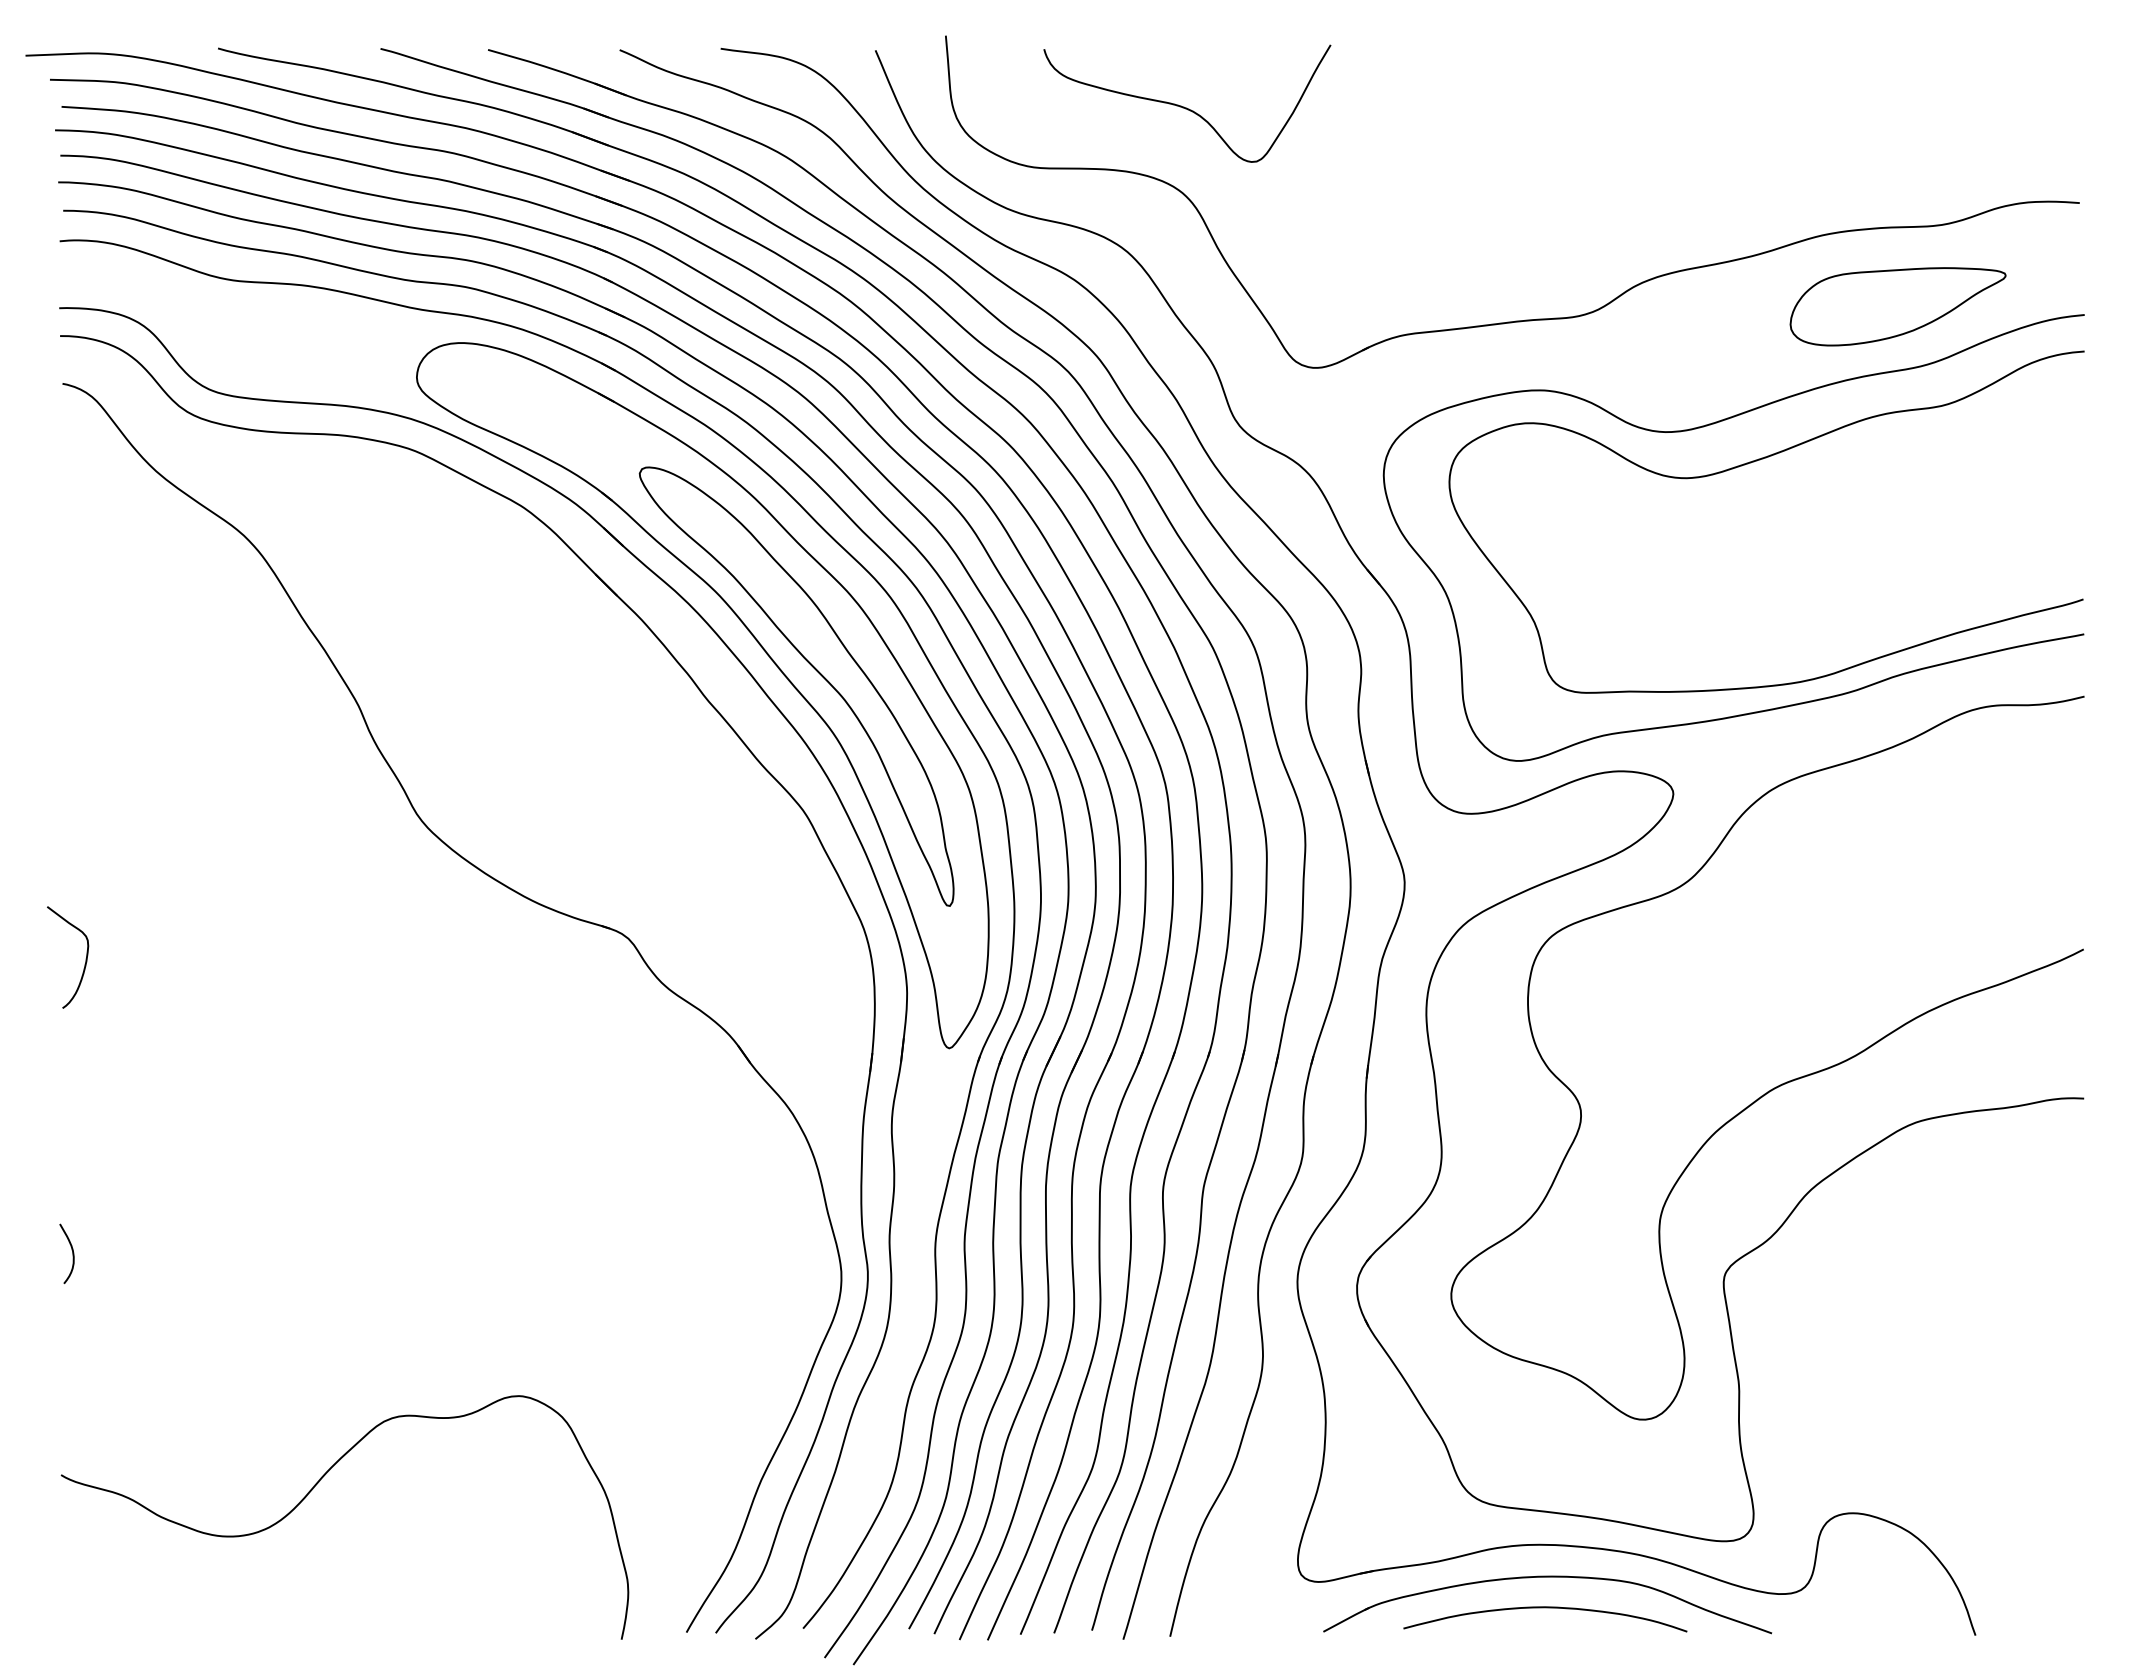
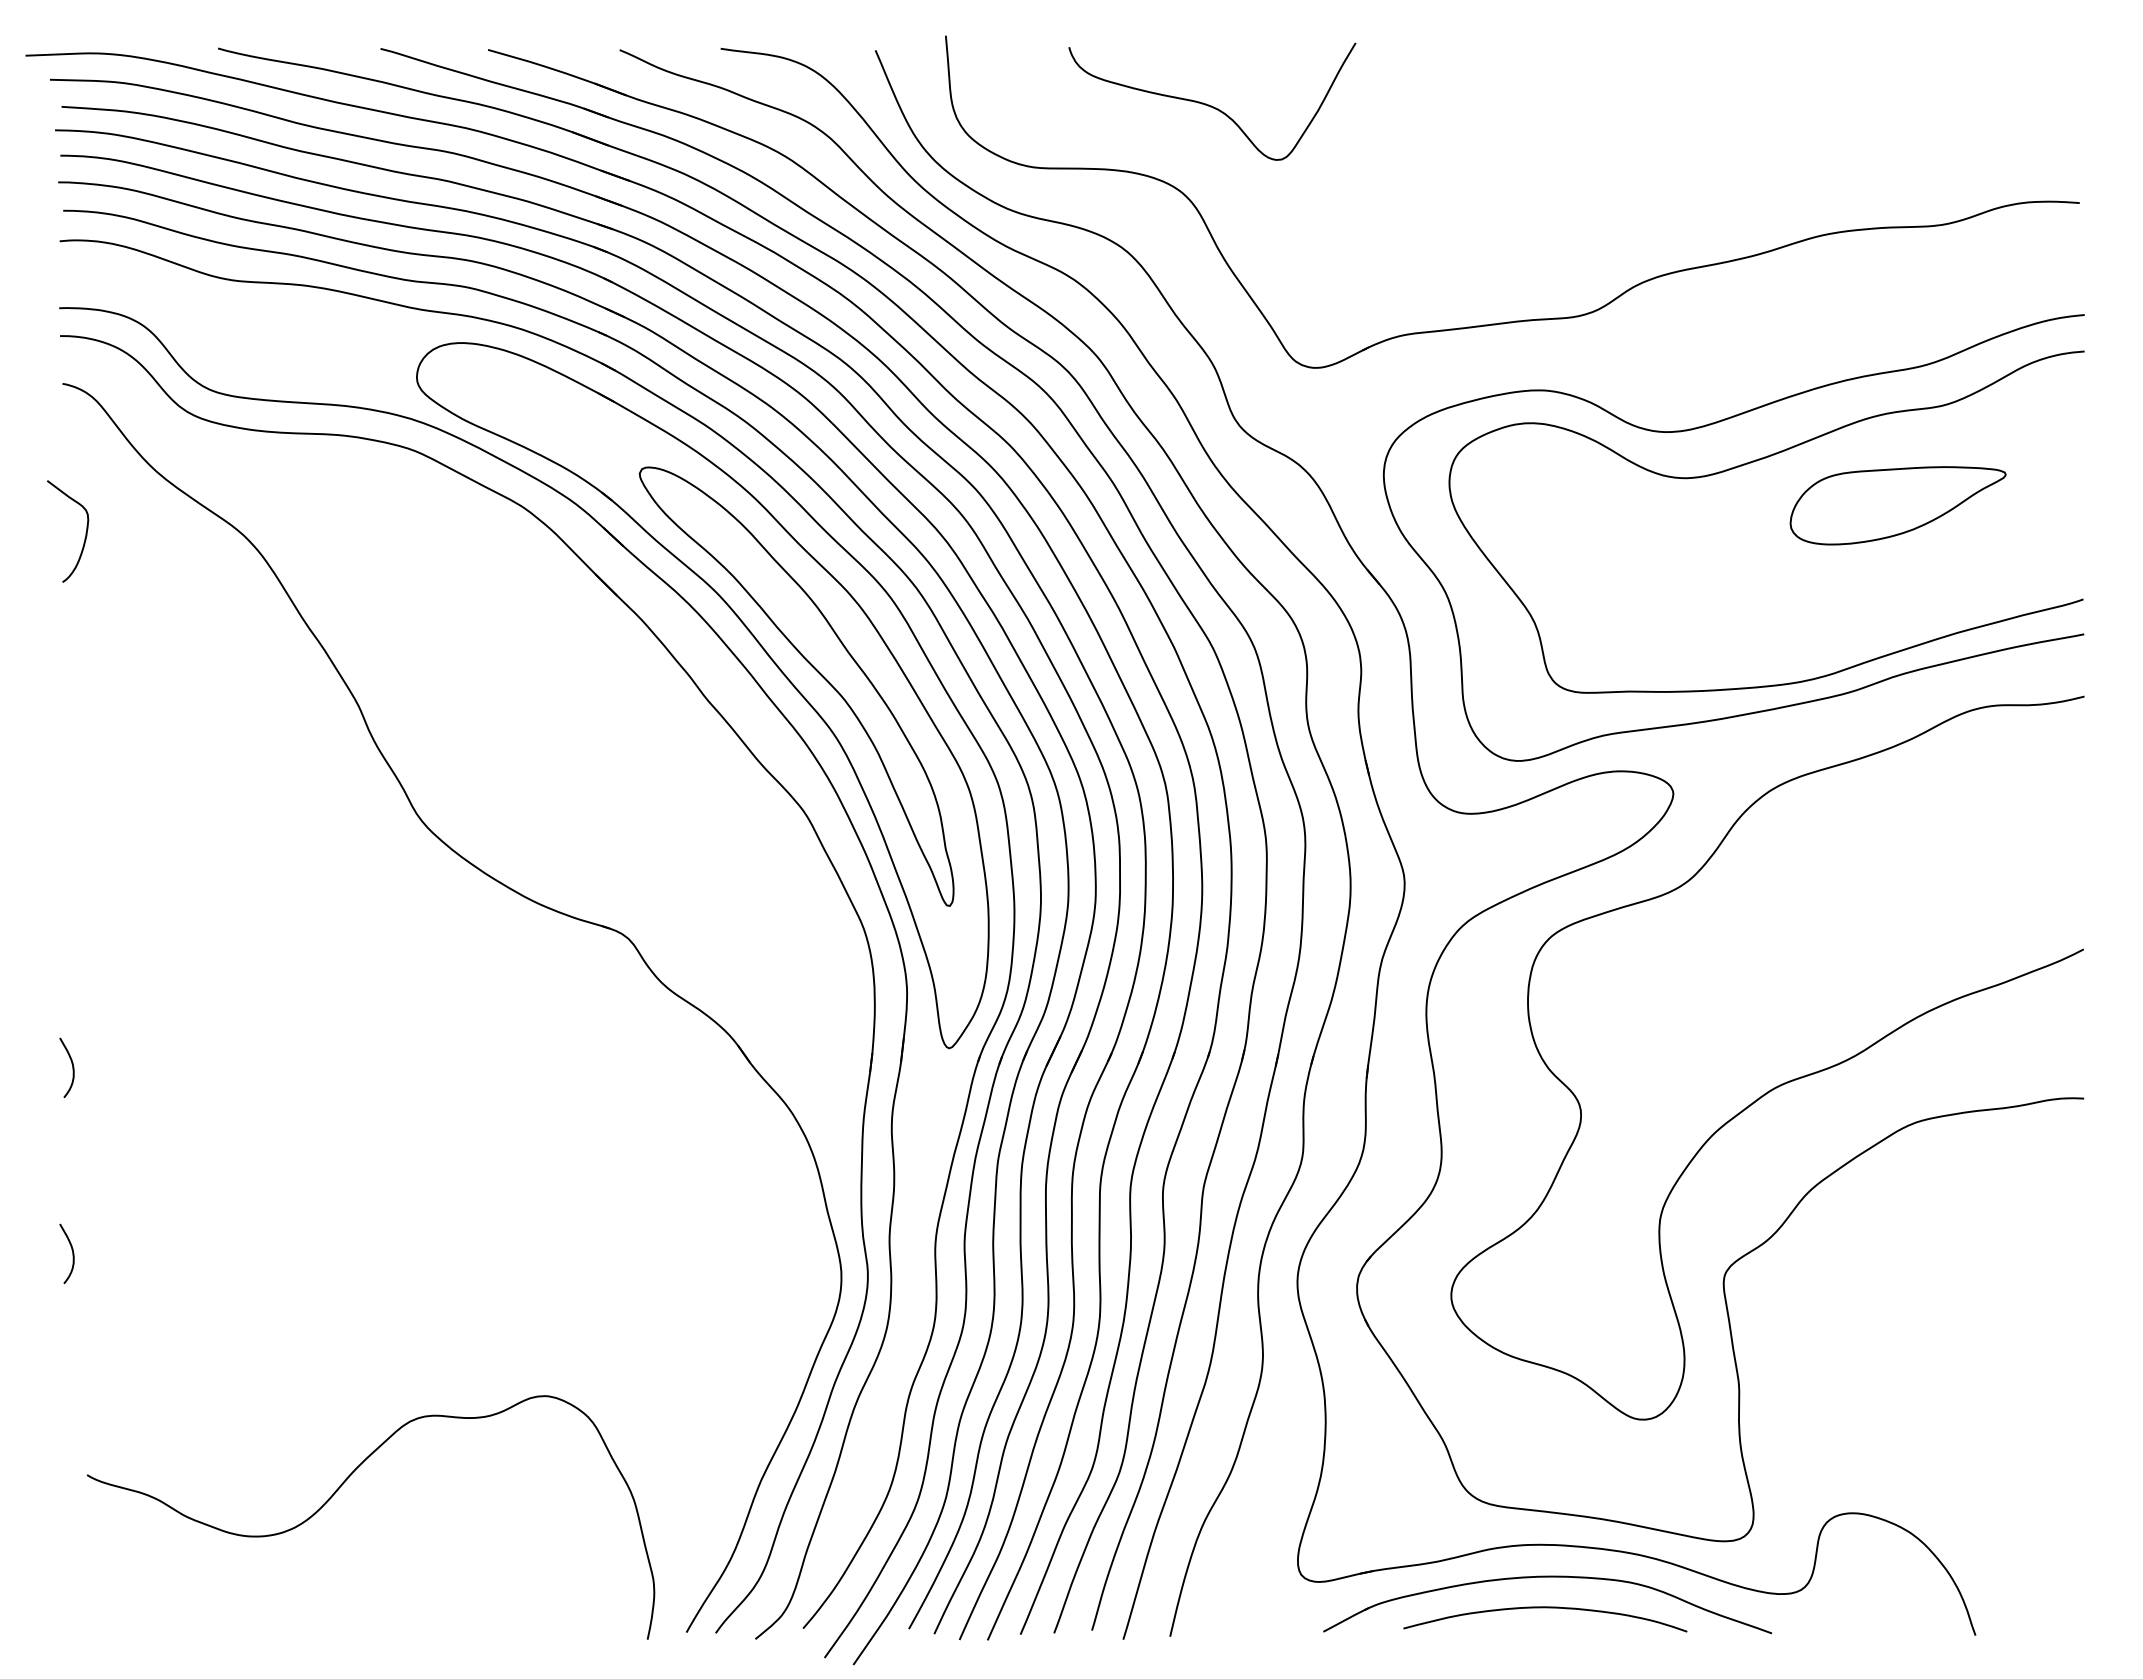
curve at (1186, 107) position: (1186, 107) -> (1211, 105)
part at (1897, 306) position: (1897, 306) -> (1897, 505)
curve at (85, 958) position: (85, 958) -> (85, 532)
curve at (71, 1064): none -> present
curve at (313, 1489) position: (313, 1489) -> (339, 1489)
